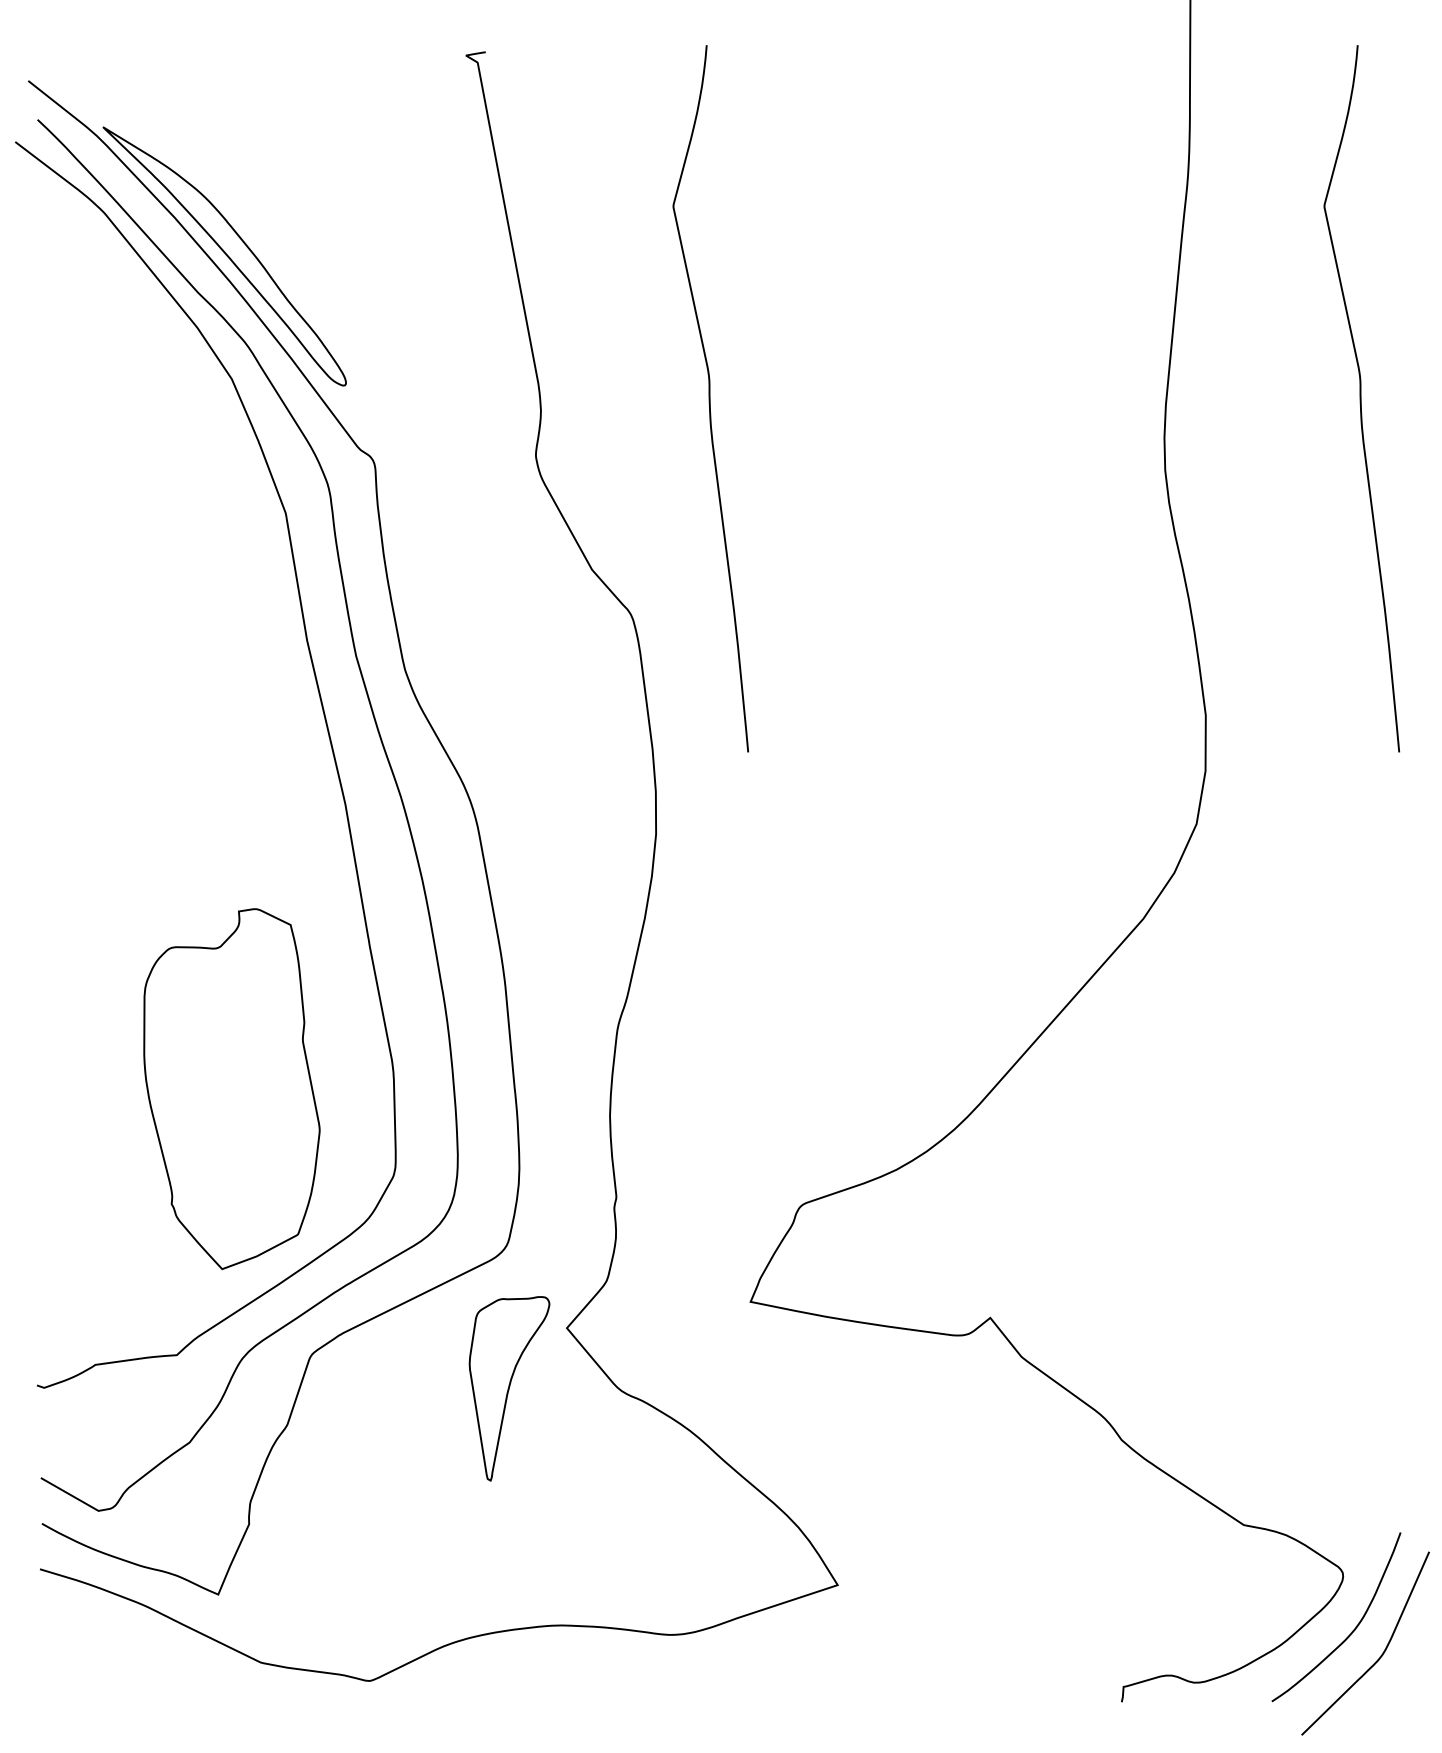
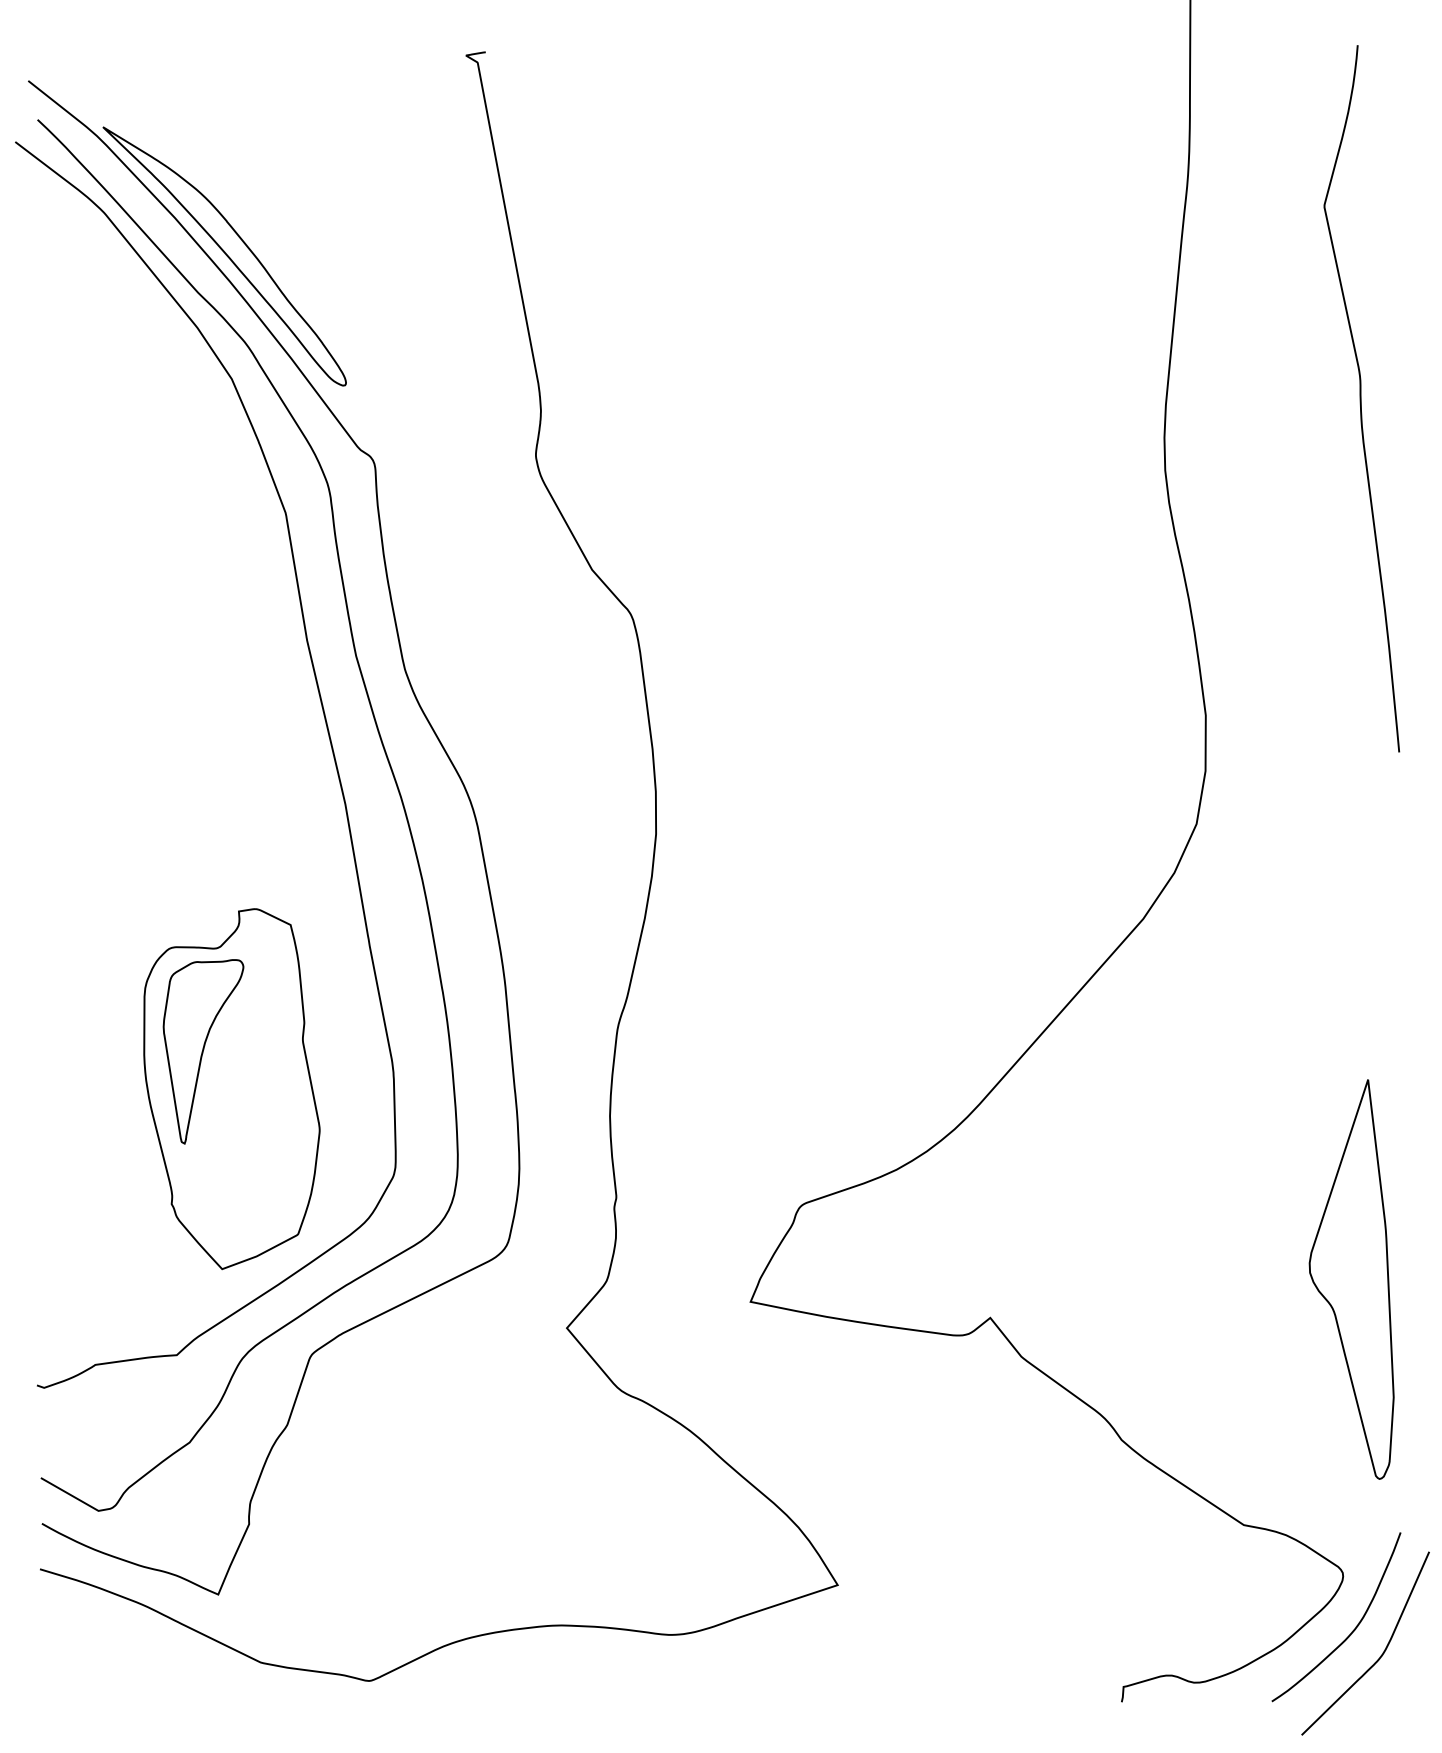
curve at (710, 398): present -> none
part at (1351, 1279): none -> present
part at (509, 1388) position: (509, 1388) -> (203, 1051)
